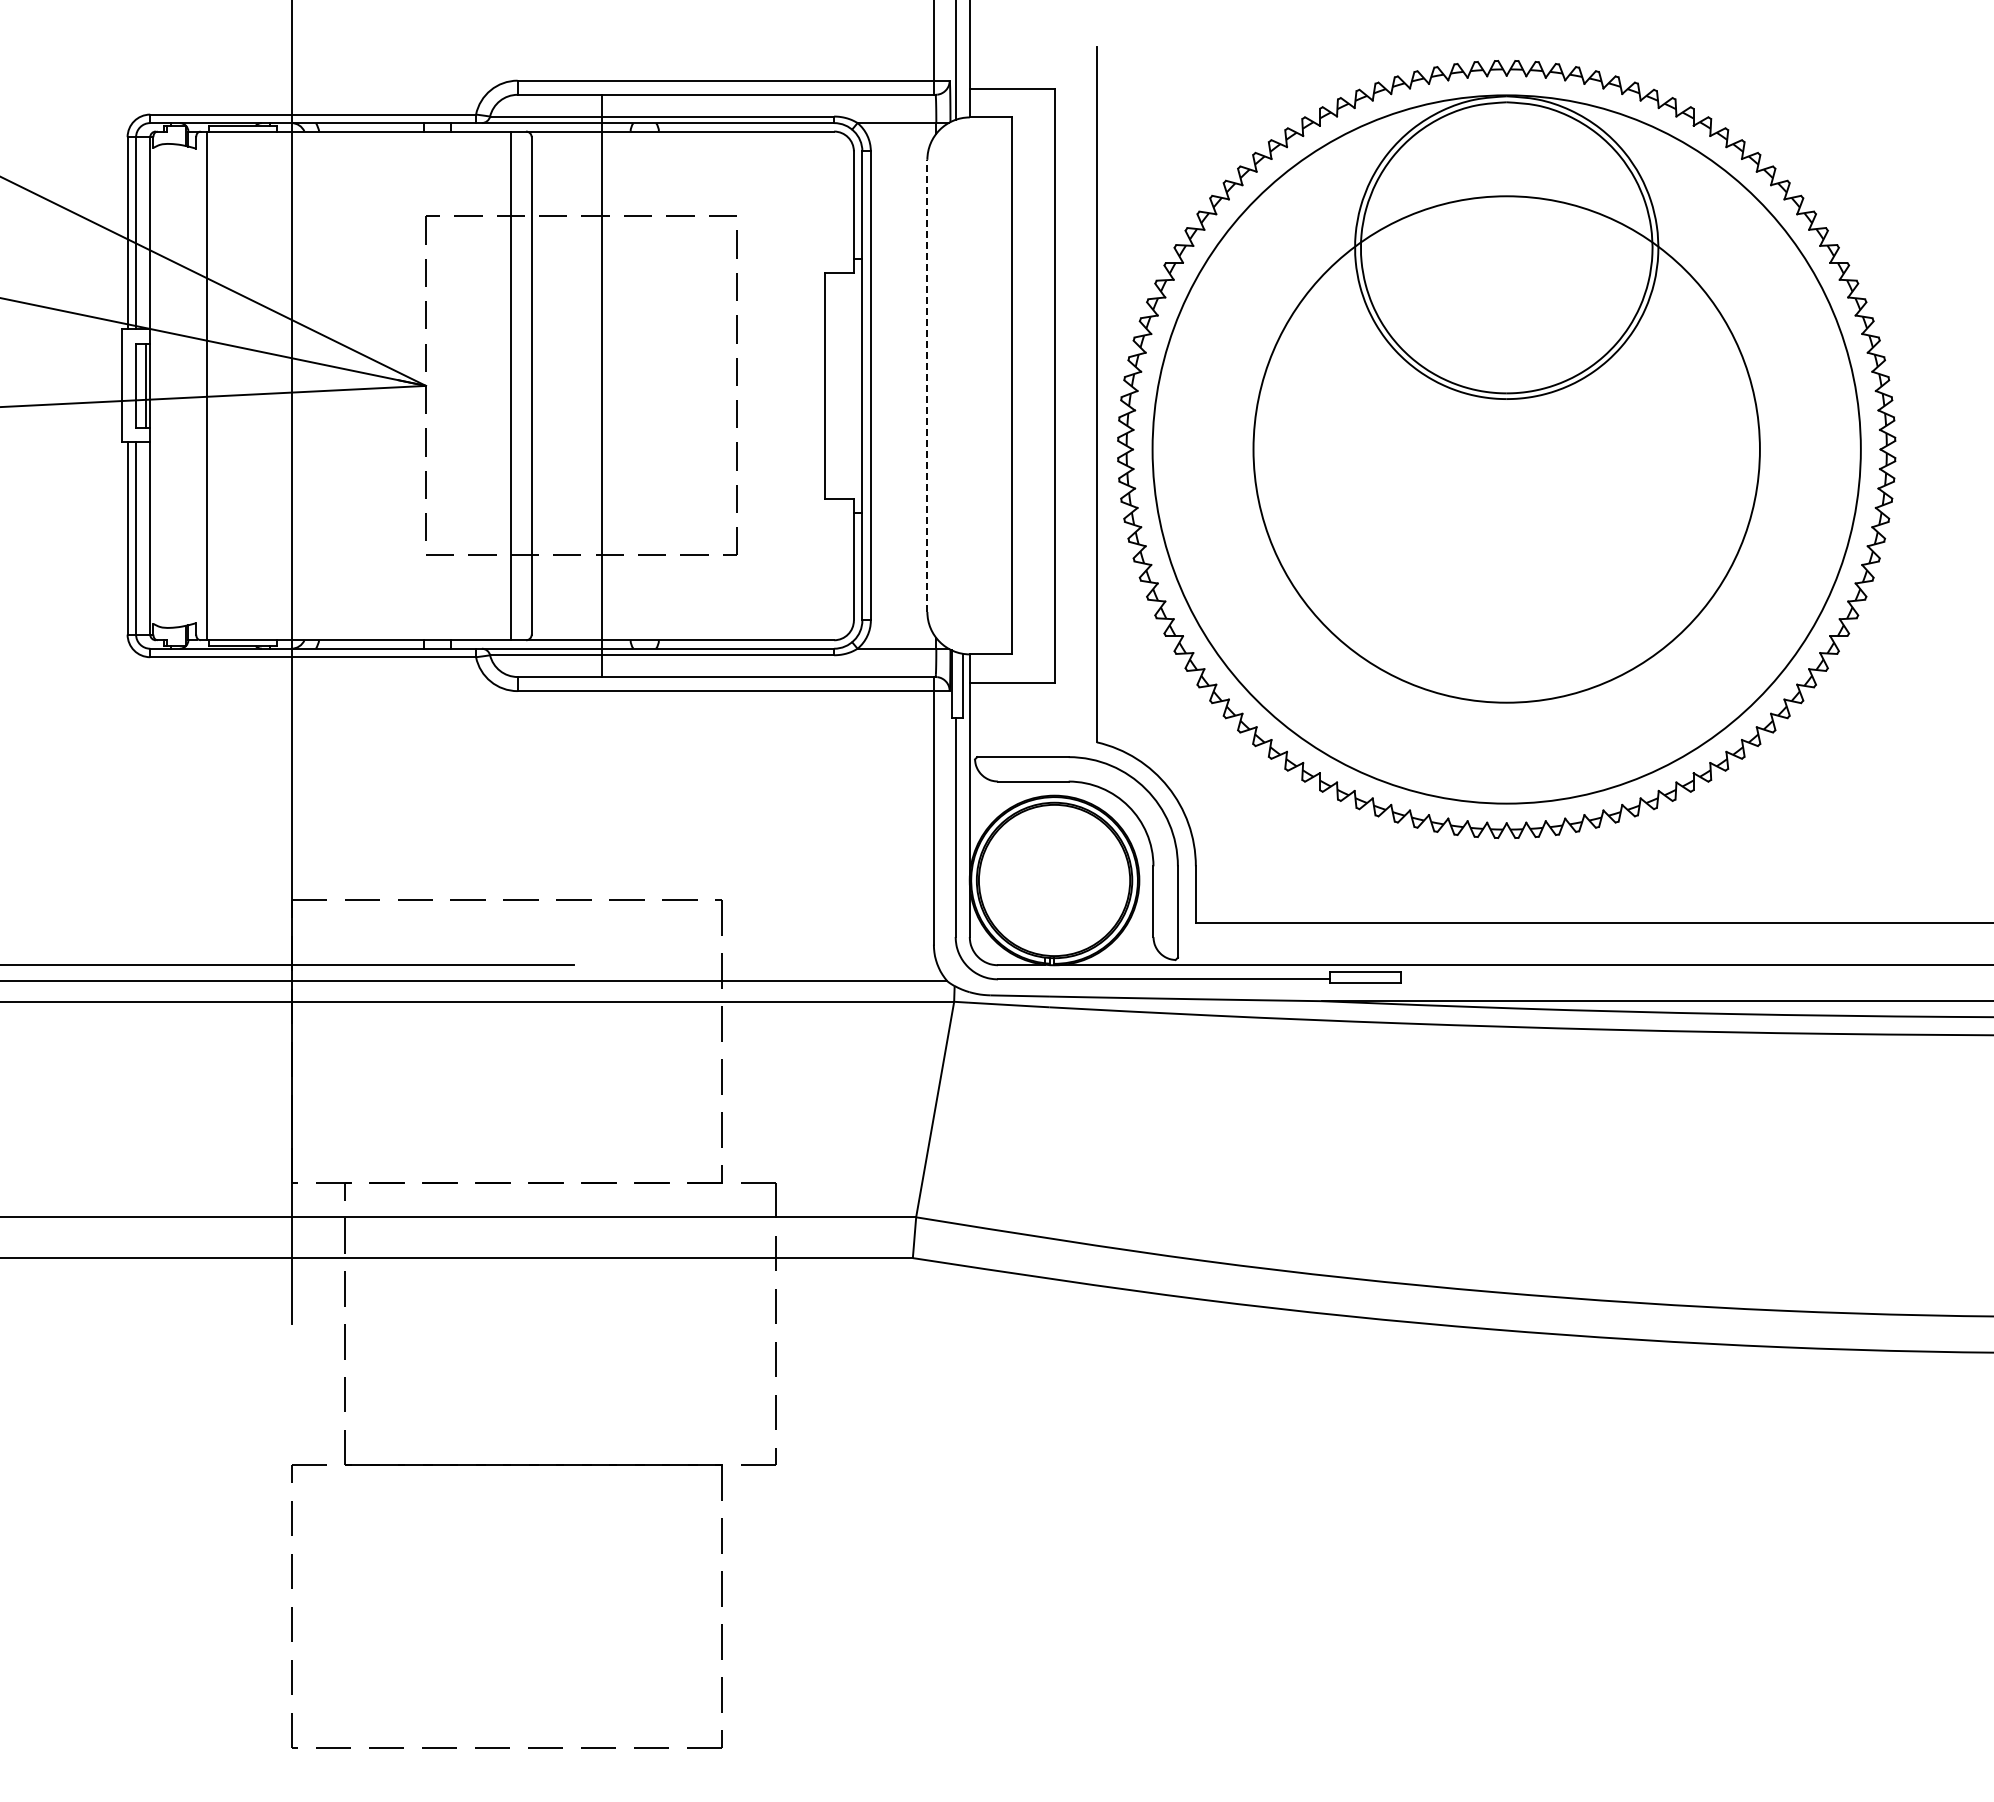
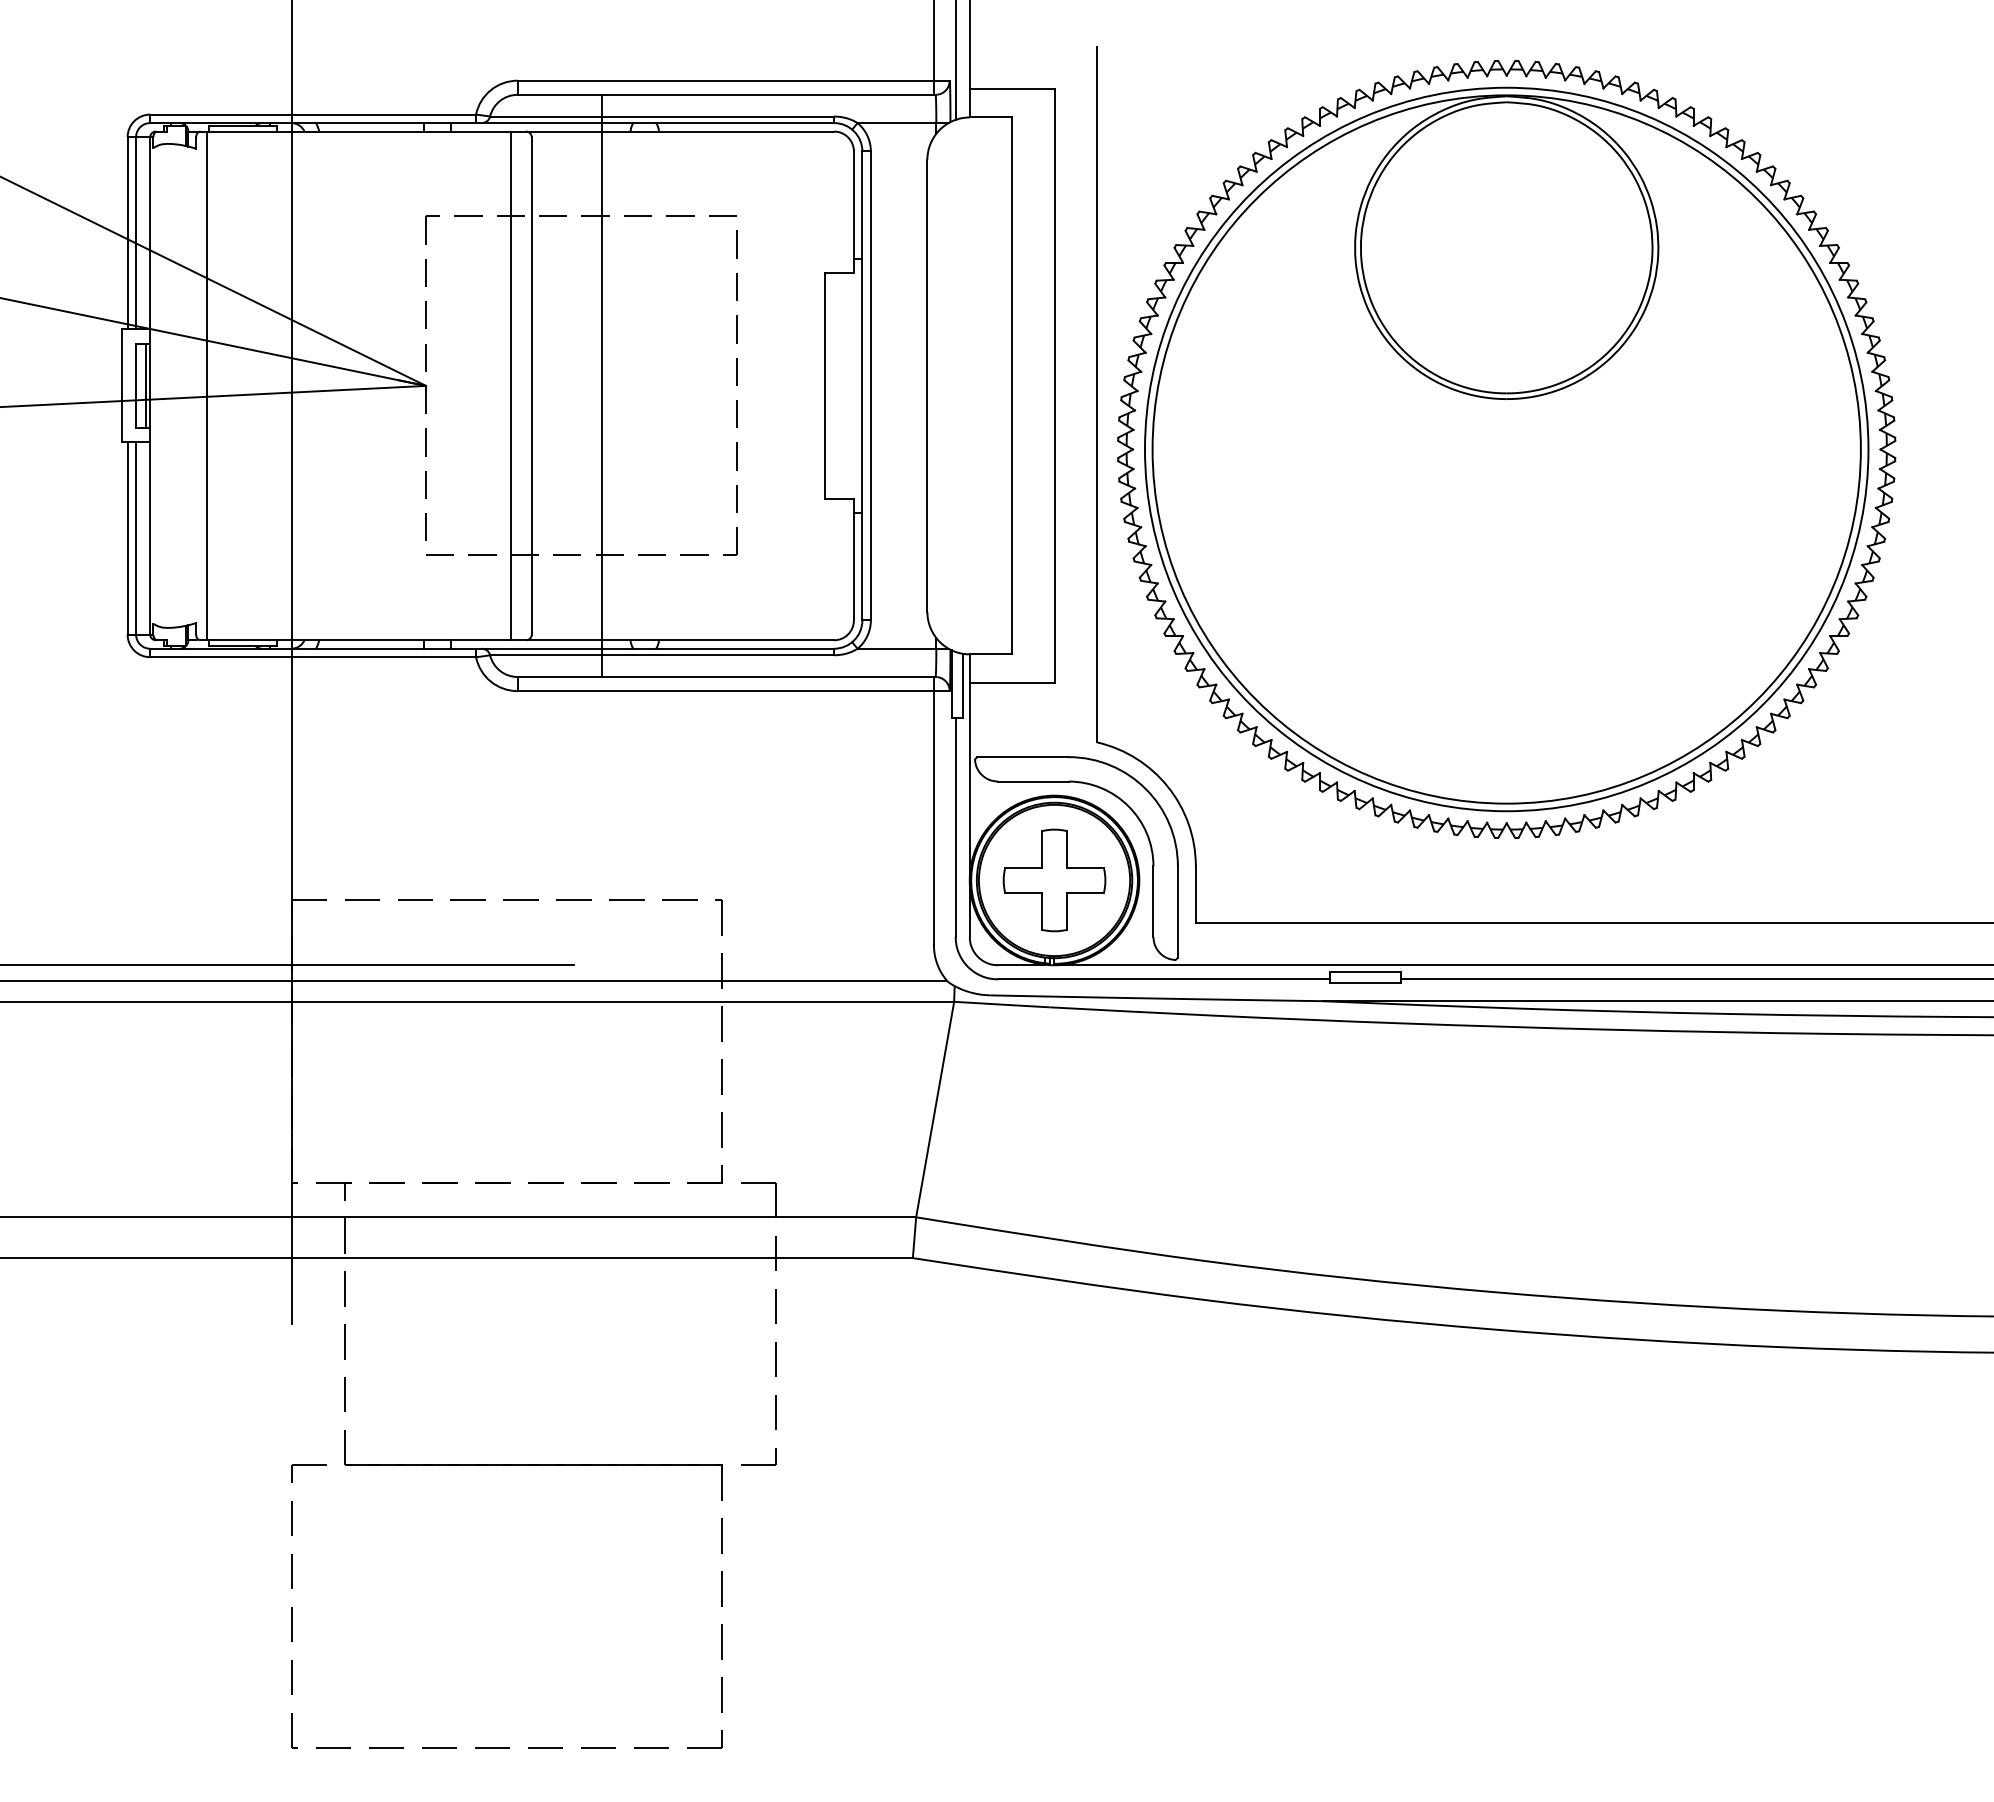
line at (927, 385): dashed -> solid
circle at (1506, 449) diameter: 506 px -> 723 px
part at (1054, 880): none -> present
line at (1695, 979): none -> present
